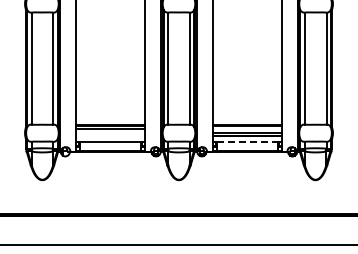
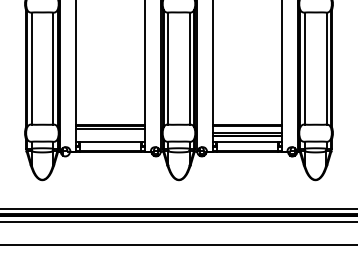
line at (247, 141): dashed -> solid
line at (178, 208): none -> present
line at (178, 222): none -> present
